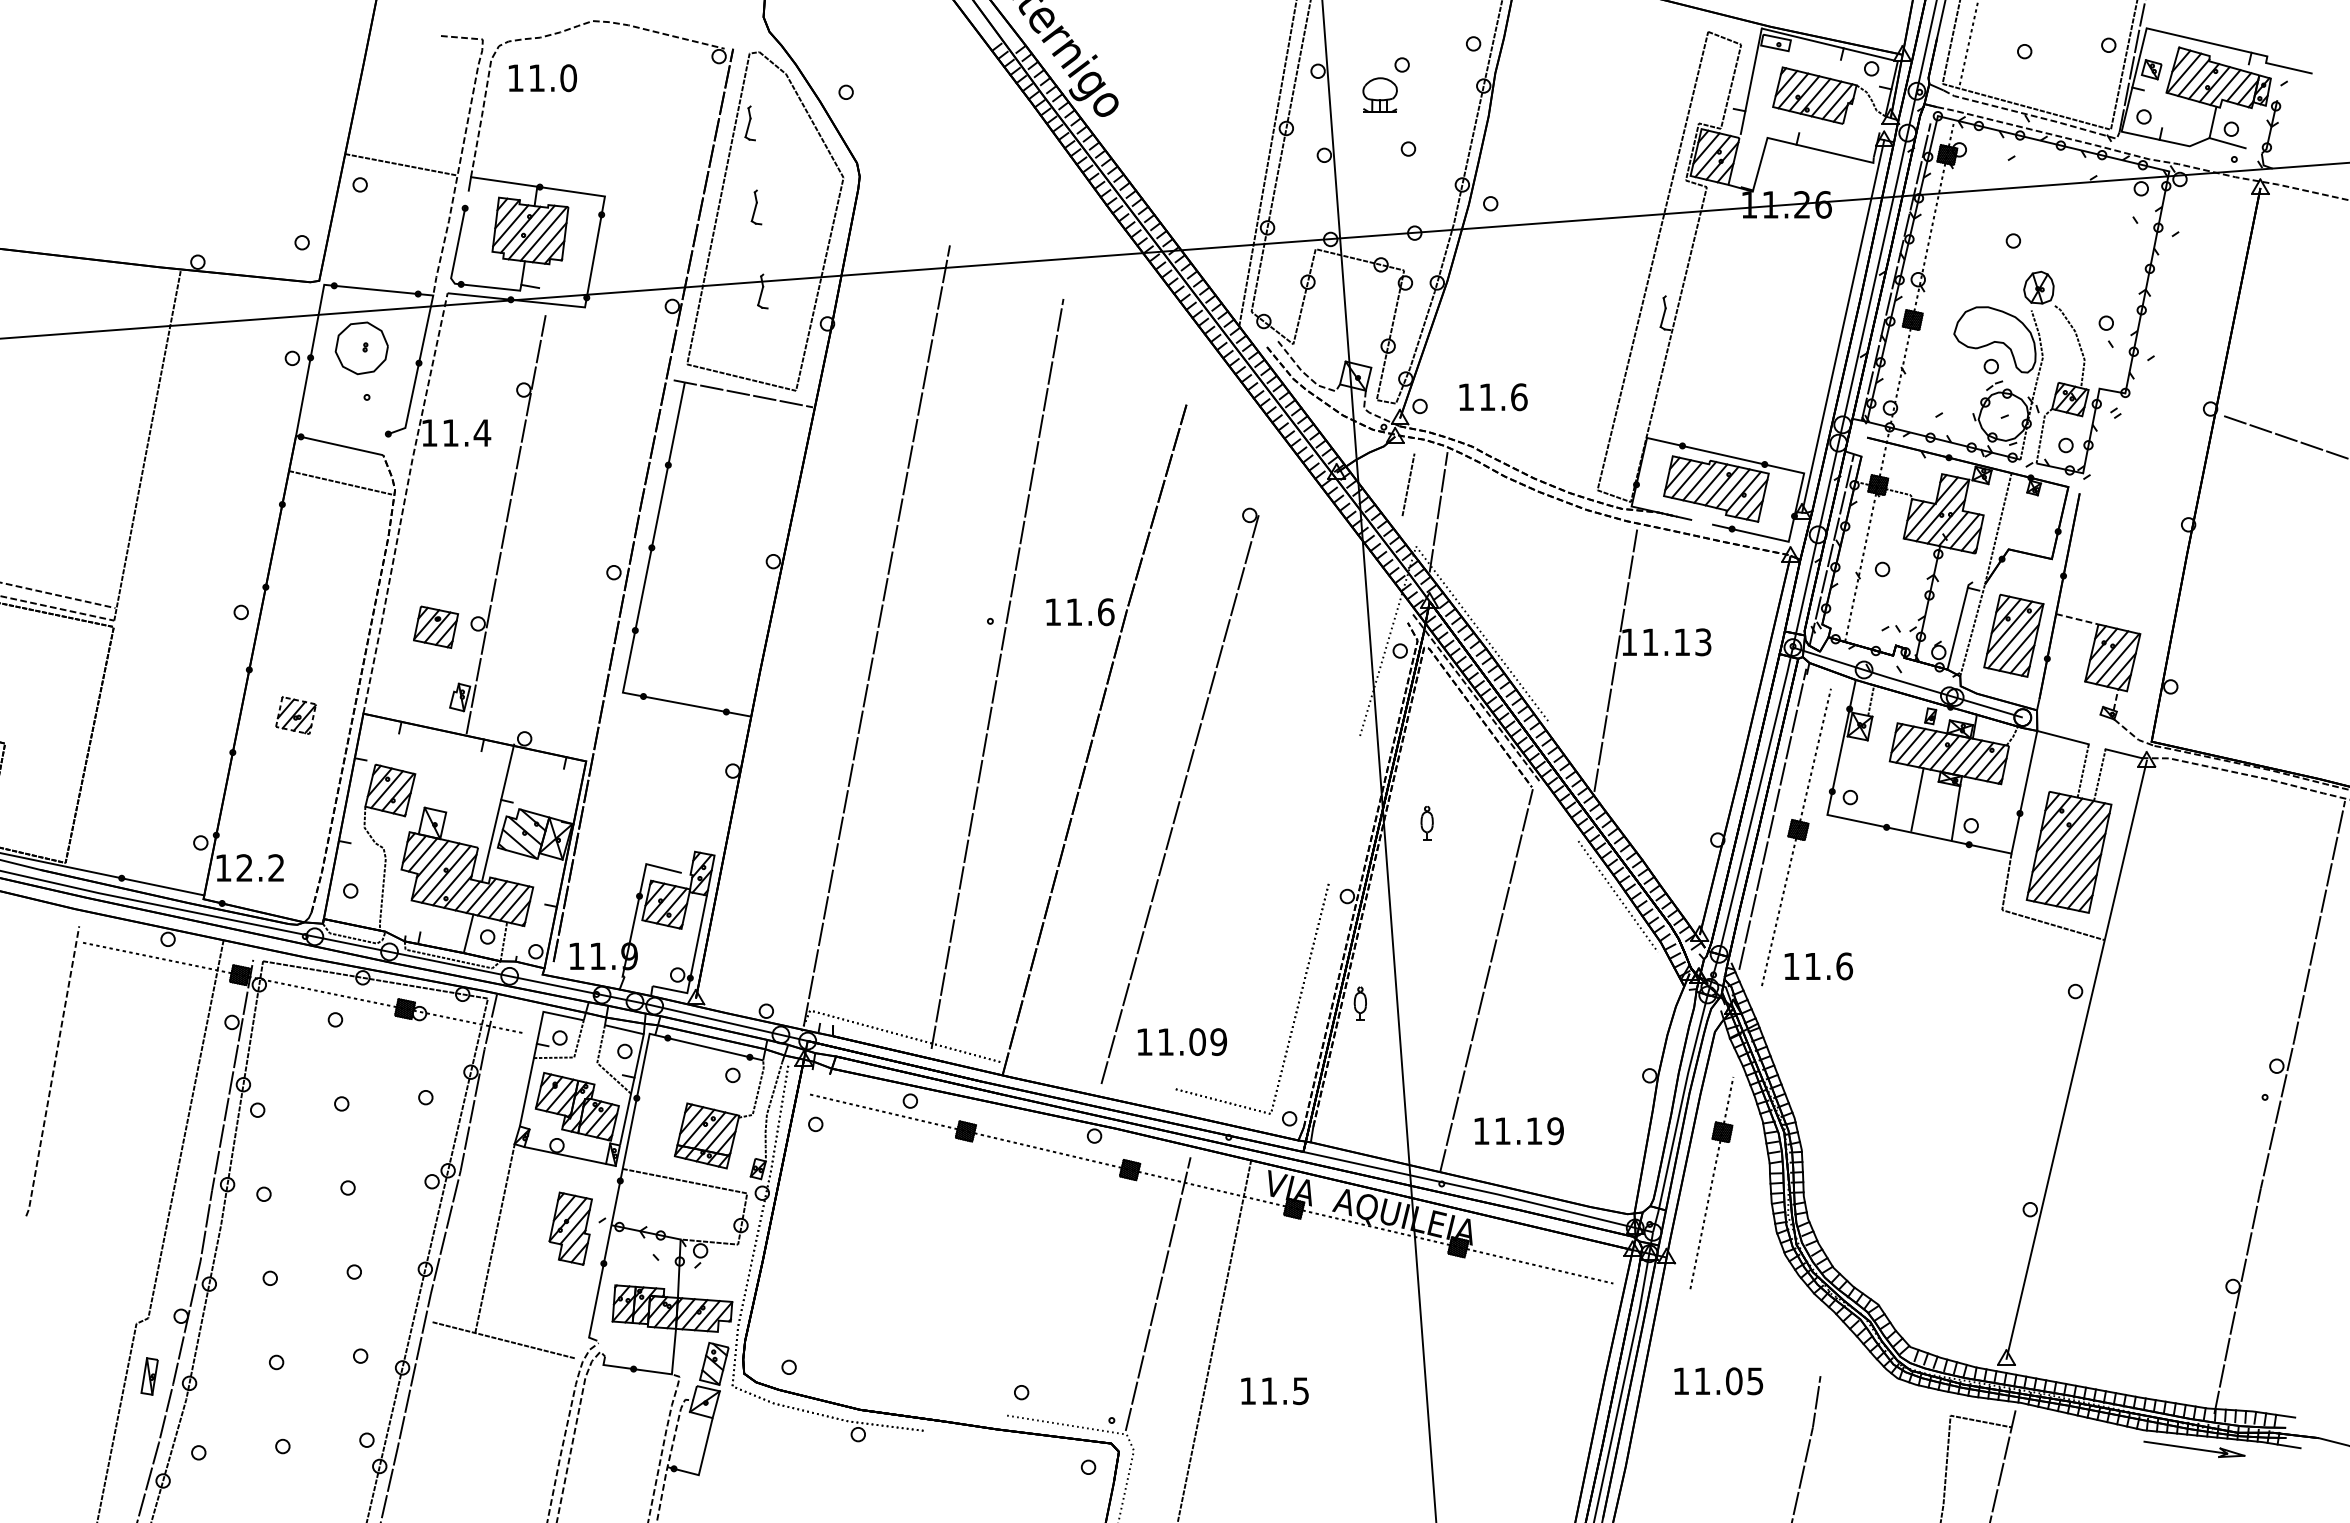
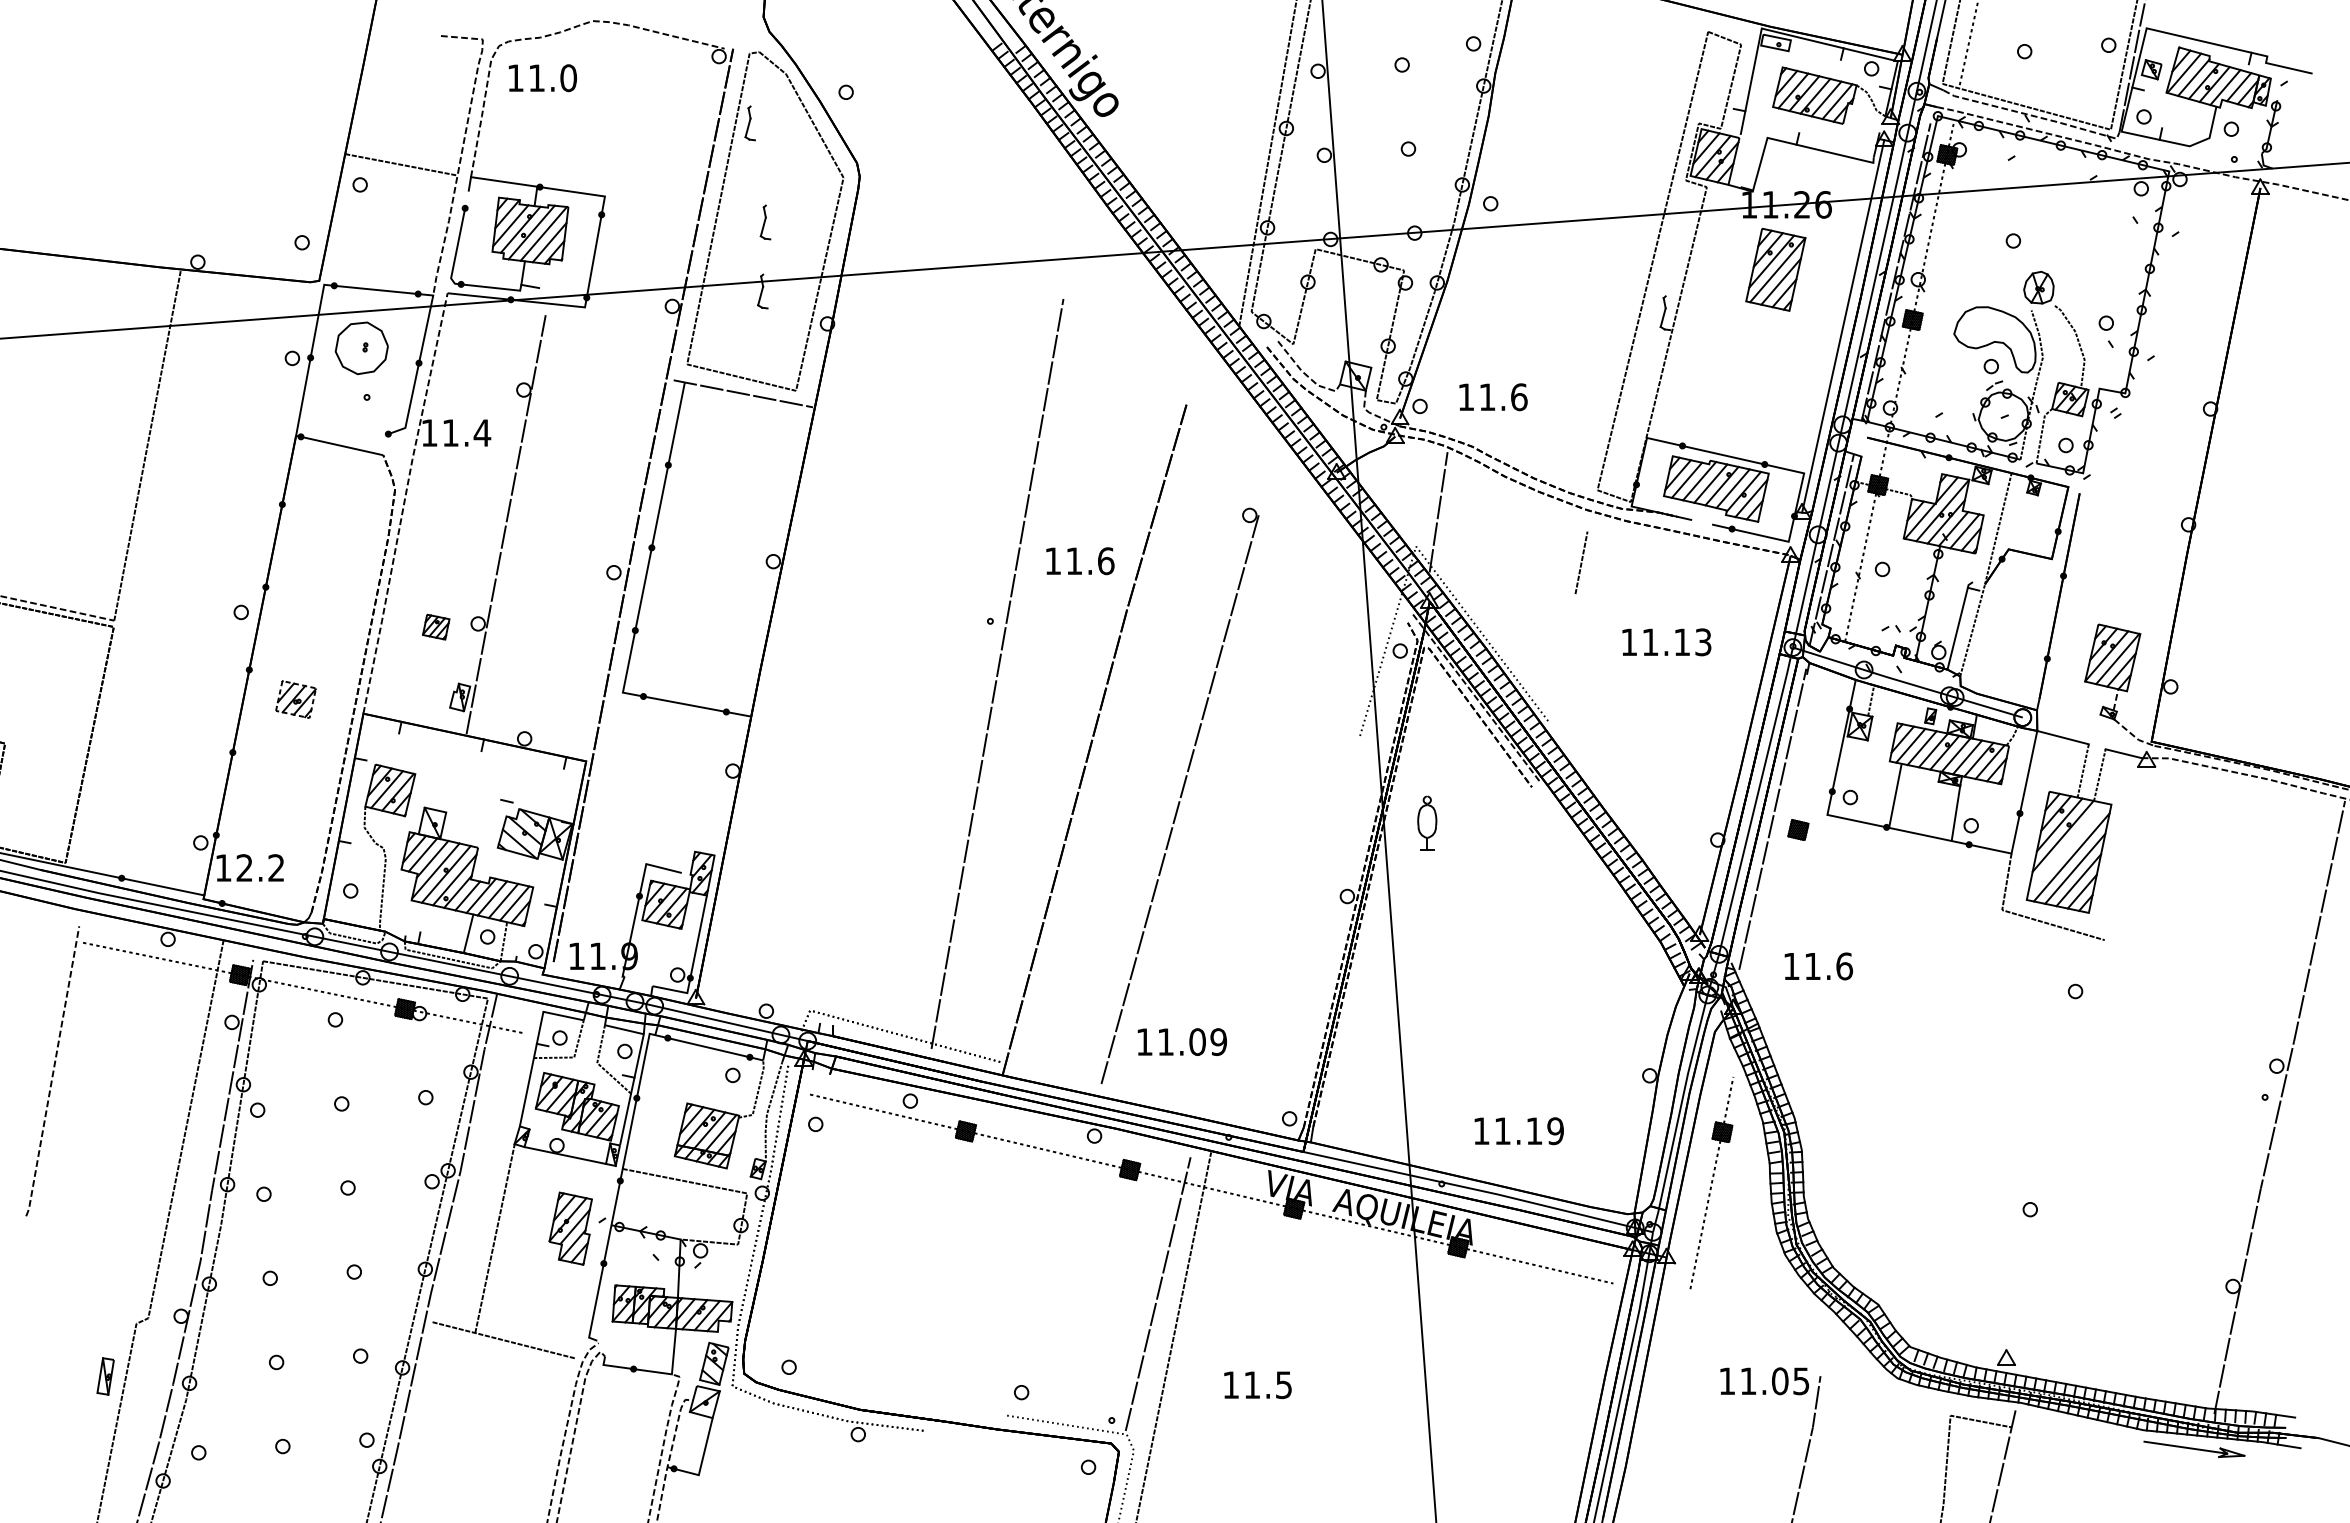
part at (1379, 94): present -> none
line at (2227, 143): present -> none
part at (756, 207) position: (756, 207) -> (765, 222)
line at (2285, 437): present -> none
line at (340, 482): present -> none
line at (1408, 484) position: (1408, 484) -> (1581, 562)
line at (58, 595): present -> none
text at (1080, 612) position: (1080, 612) -> (1080, 561)
line at (2077, 619): present -> none
part at (436, 626) size: 47x44 px -> 29x28 px
line at (876, 635): present -> none
part at (2013, 635) position: (2013, 635) -> (1775, 269)
line at (1615, 660): present -> none
part at (295, 715) position: (295, 715) -> (295, 699)
line at (1917, 799) position: (1917, 799) -> (1895, 795)
line at (497, 812): present -> none
part at (1426, 823) size: 14x35 px -> 21x56 px
line at (1795, 837): present -> none
line at (2066, 847): present -> none
line at (1618, 896): present -> none
line at (1486, 980): present -> none
part at (1359, 1003): present -> none
part at (1296, 1007): present -> none
line at (2076, 1059): present -> none
line at (1214, 1339) position: (1214, 1339) -> (1173, 1335)
part at (149, 1376) position: (149, 1376) -> (105, 1376)
text at (1718, 1381) position: (1718, 1381) -> (1764, 1381)
text at (1274, 1391) position: (1274, 1391) -> (1257, 1385)
